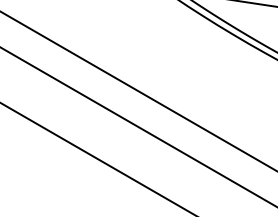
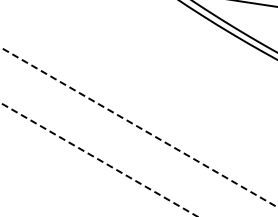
line at (138, 91): present -> none
line at (139, 127): solid -> dashed
line at (98, 159): solid -> dashed
